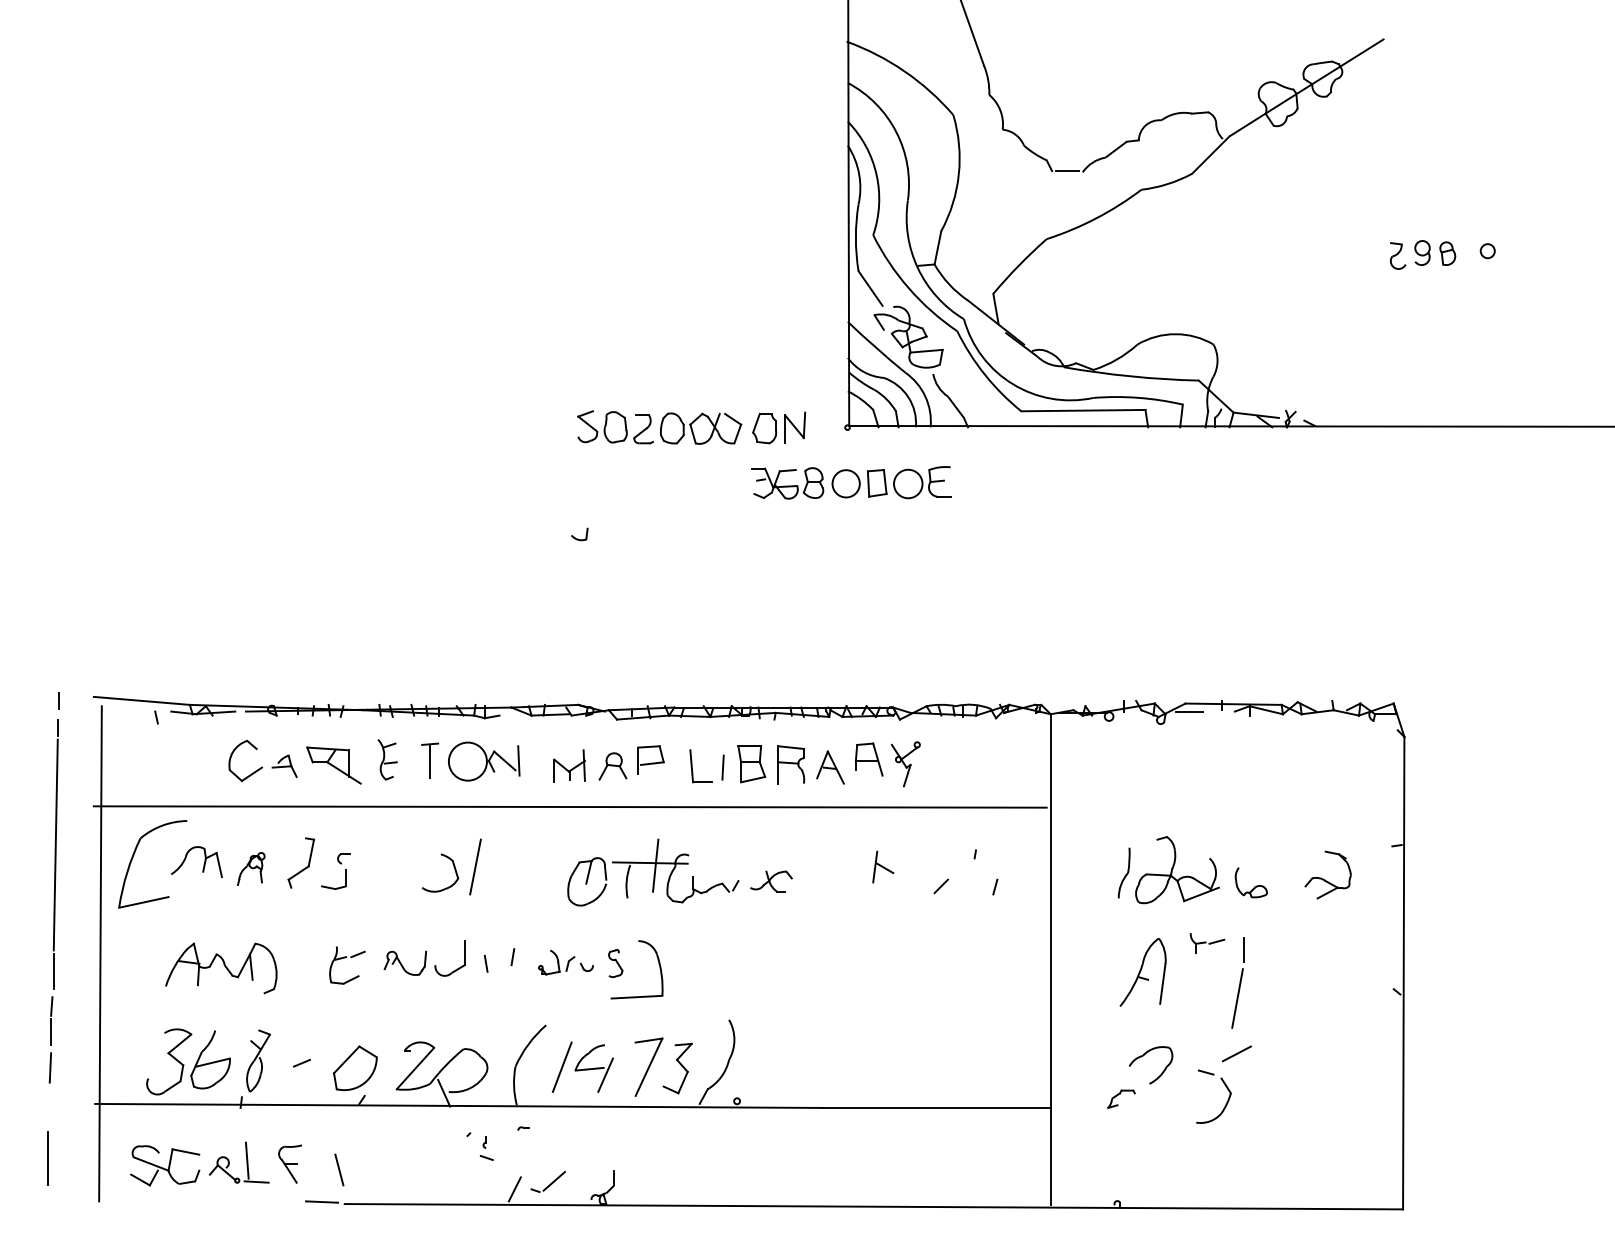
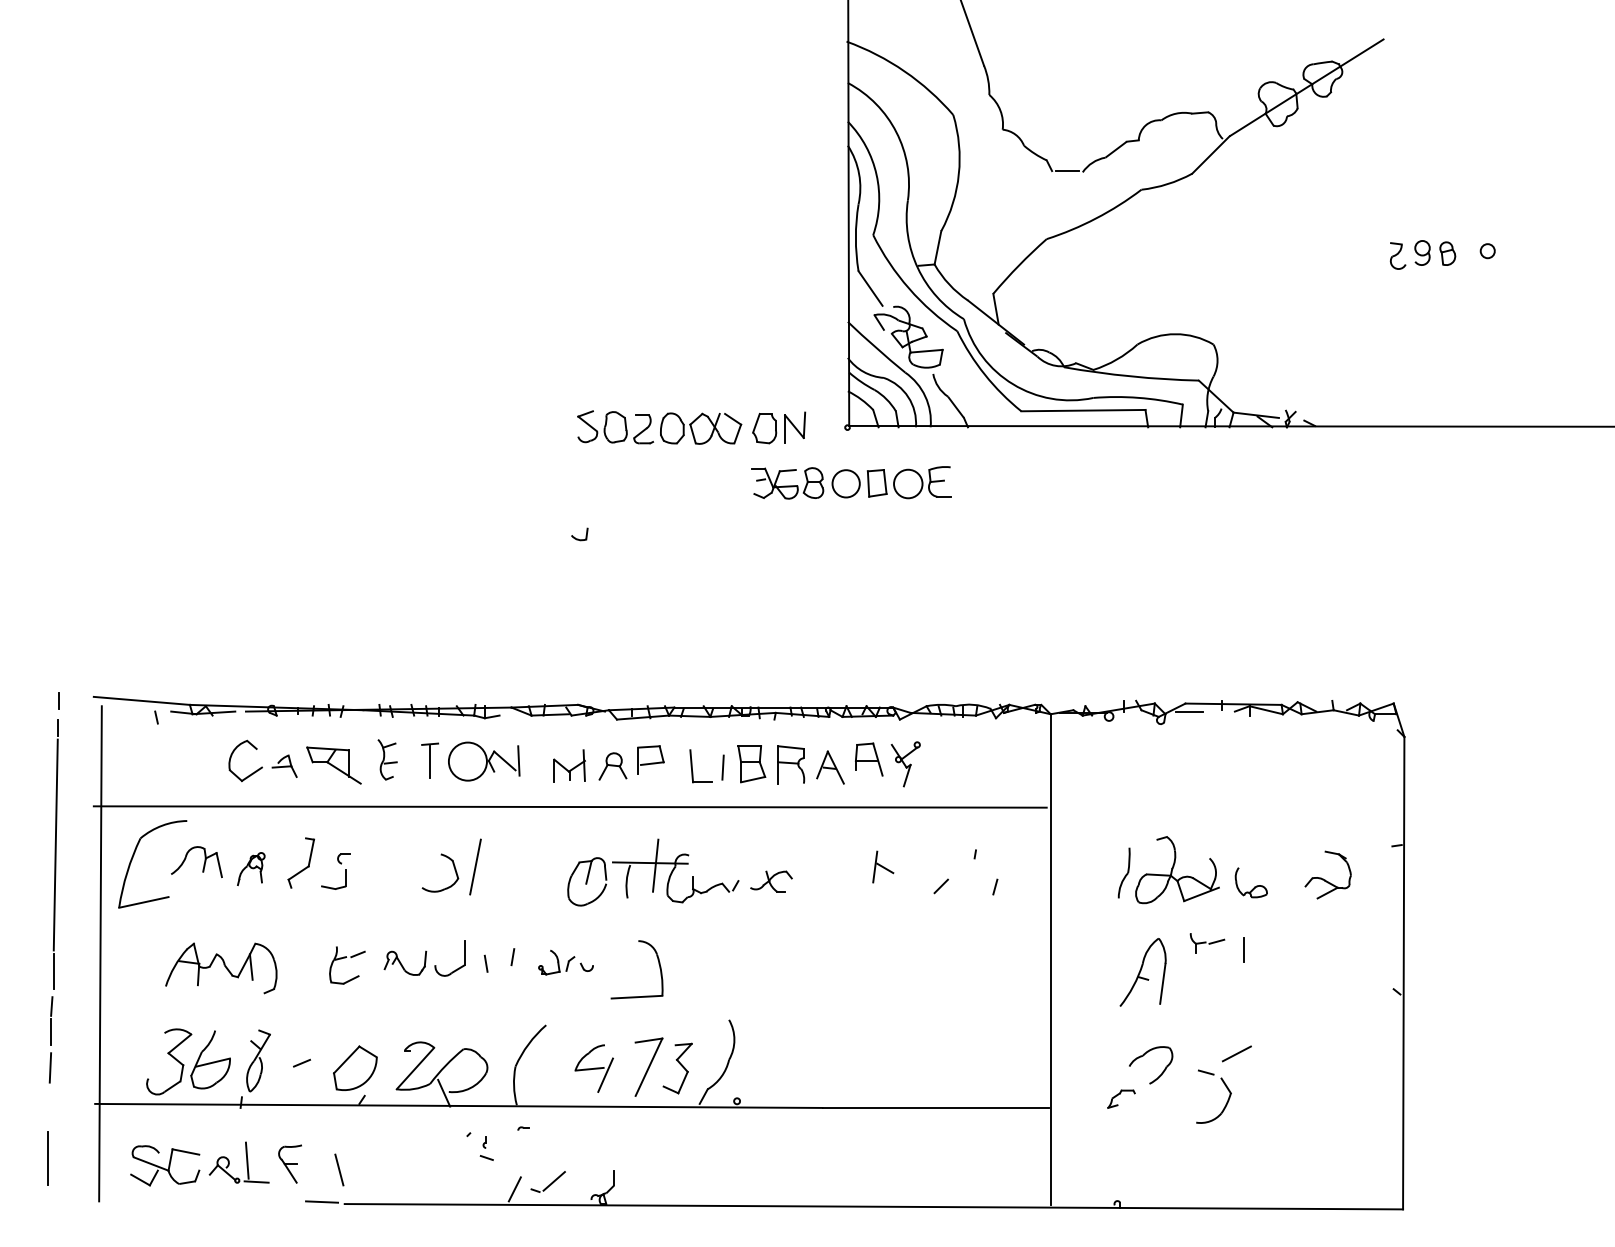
part at (615, 963): present -> none
line at (1237, 998): present -> none
line at (561, 1066): present -> none
